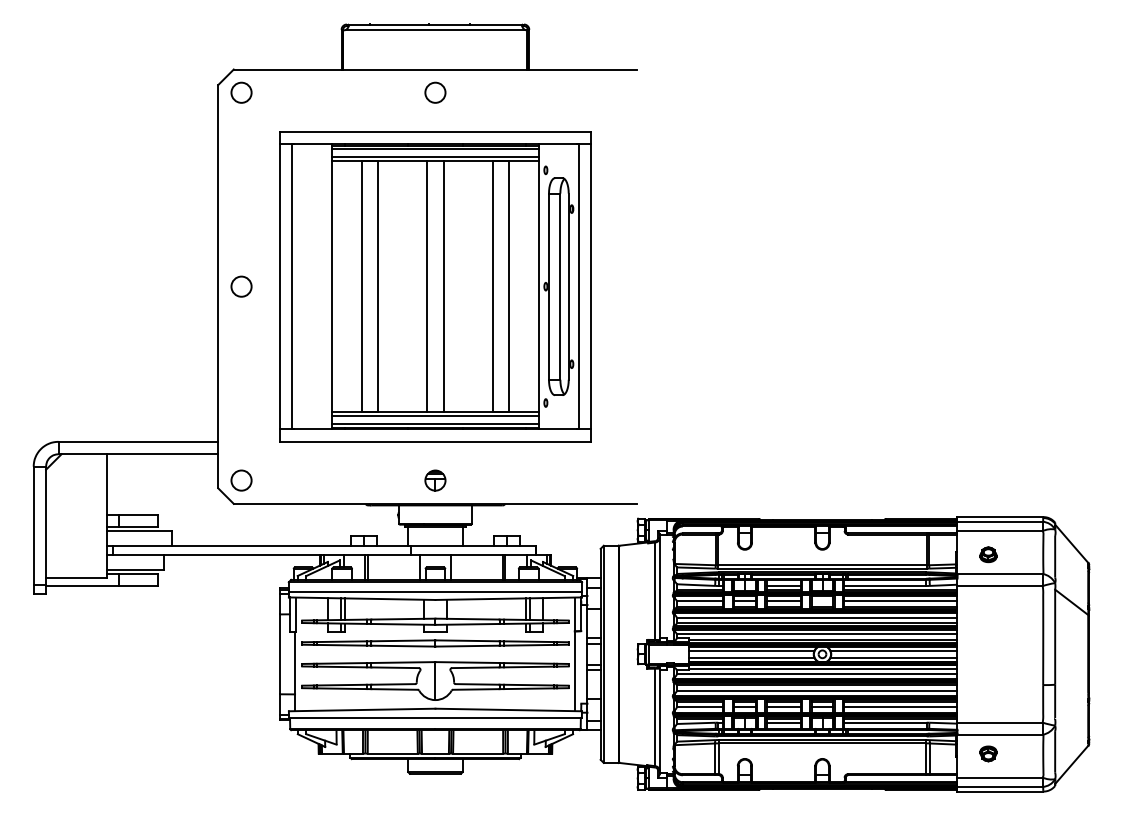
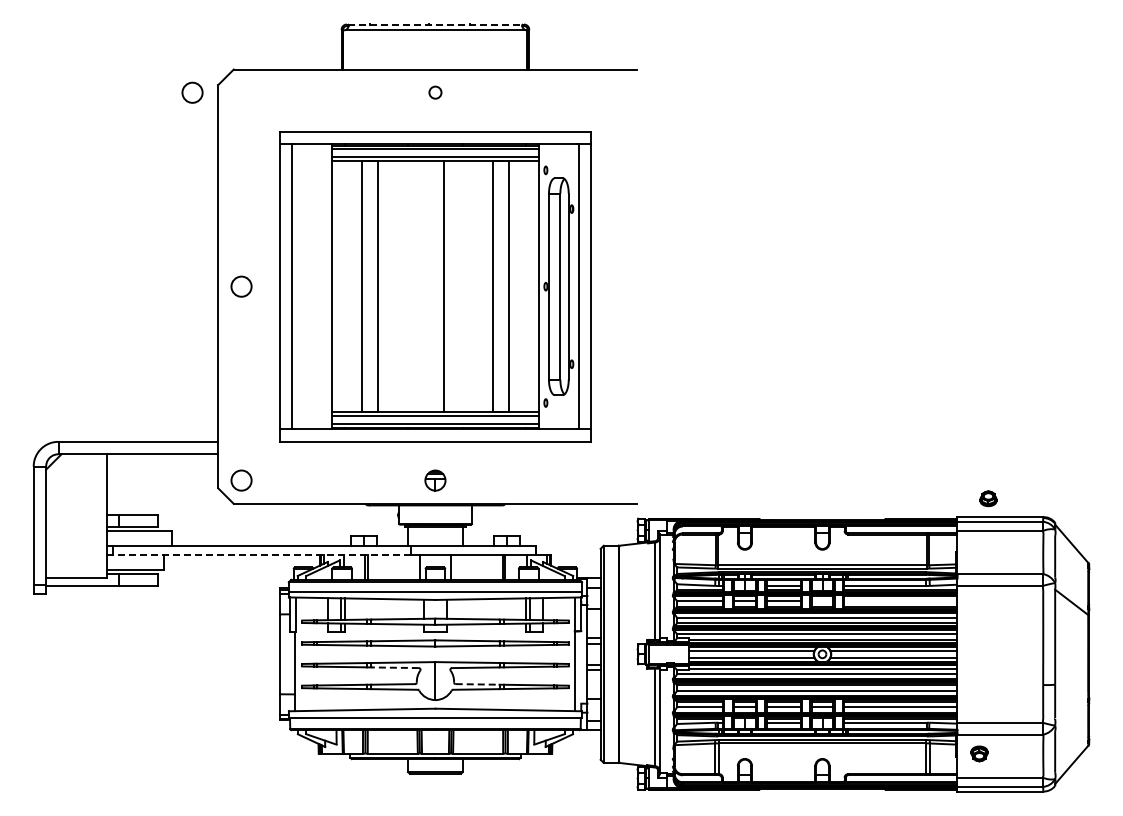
line at (435, 24): solid -> dashed
circle at (241, 92) position: (241, 92) -> (192, 92)
circle at (435, 92) size: 23x23 px -> 15x15 px
line at (427, 286): present -> none
part at (988, 554) position: (988, 554) -> (988, 498)
line at (261, 555): solid -> dashed
line at (900, 601): present -> none
line at (395, 667): solid -> dashed
line at (477, 684): solid -> dashed
part at (988, 753) position: (988, 753) -> (979, 753)
